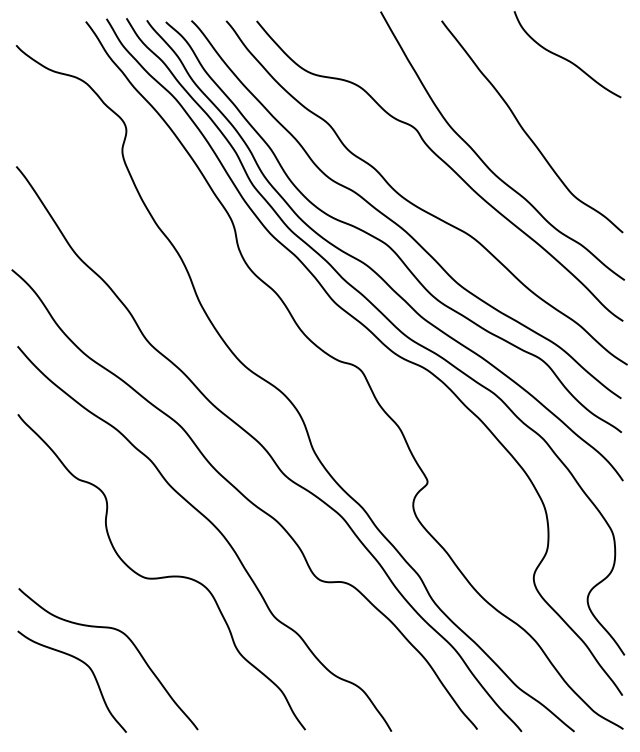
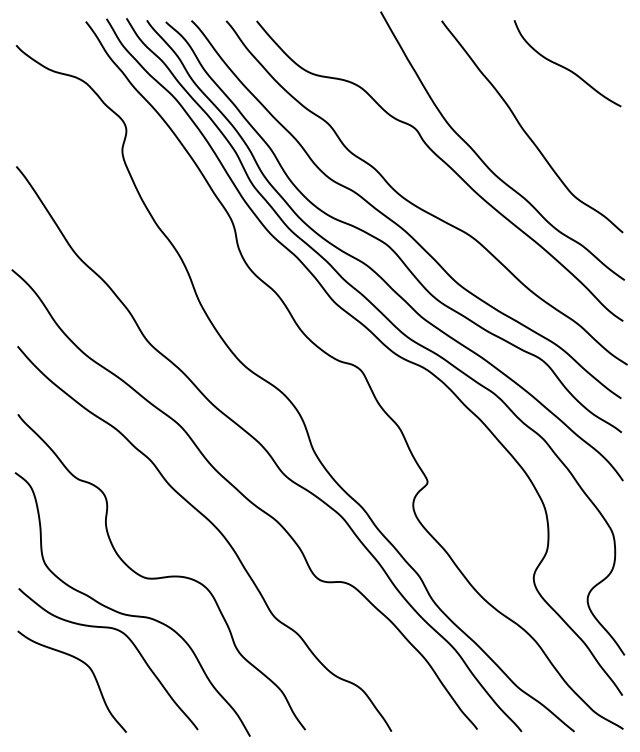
curve at (566, 58) position: (566, 58) -> (566, 67)
curve at (131, 614): none -> present
